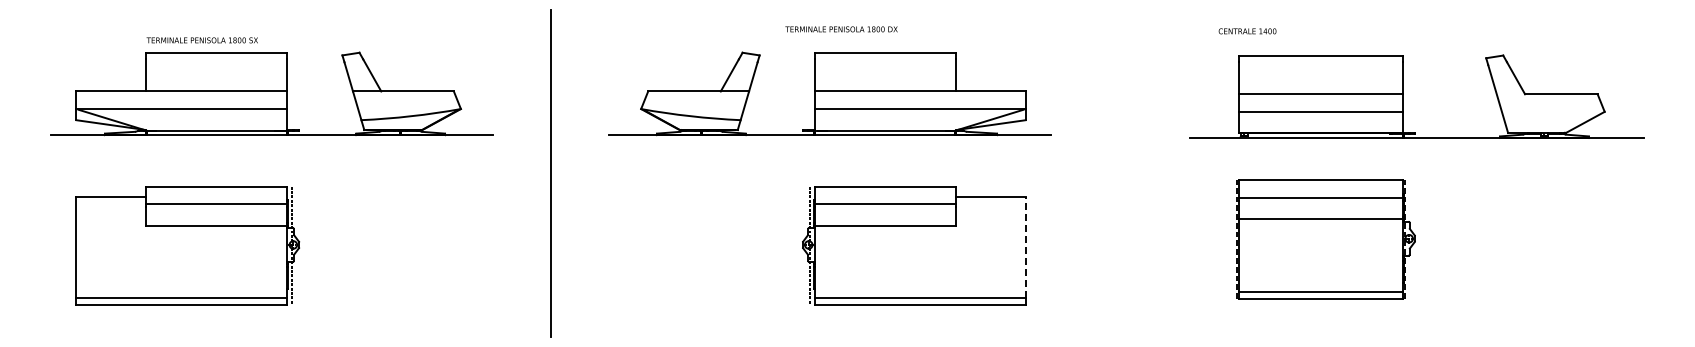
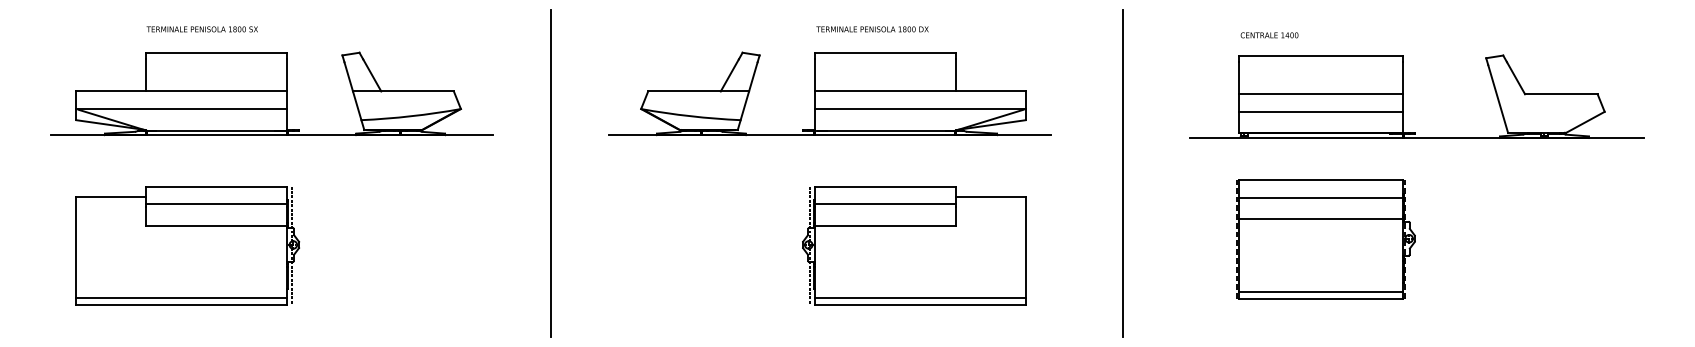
text at (841, 29) position: (841, 29) -> (872, 29)
text at (1247, 31) position: (1247, 31) -> (1269, 35)
text at (201, 40) position: (201, 40) -> (201, 29)
line at (1123, 173): none -> present
line at (1025, 247): dashed -> solid
